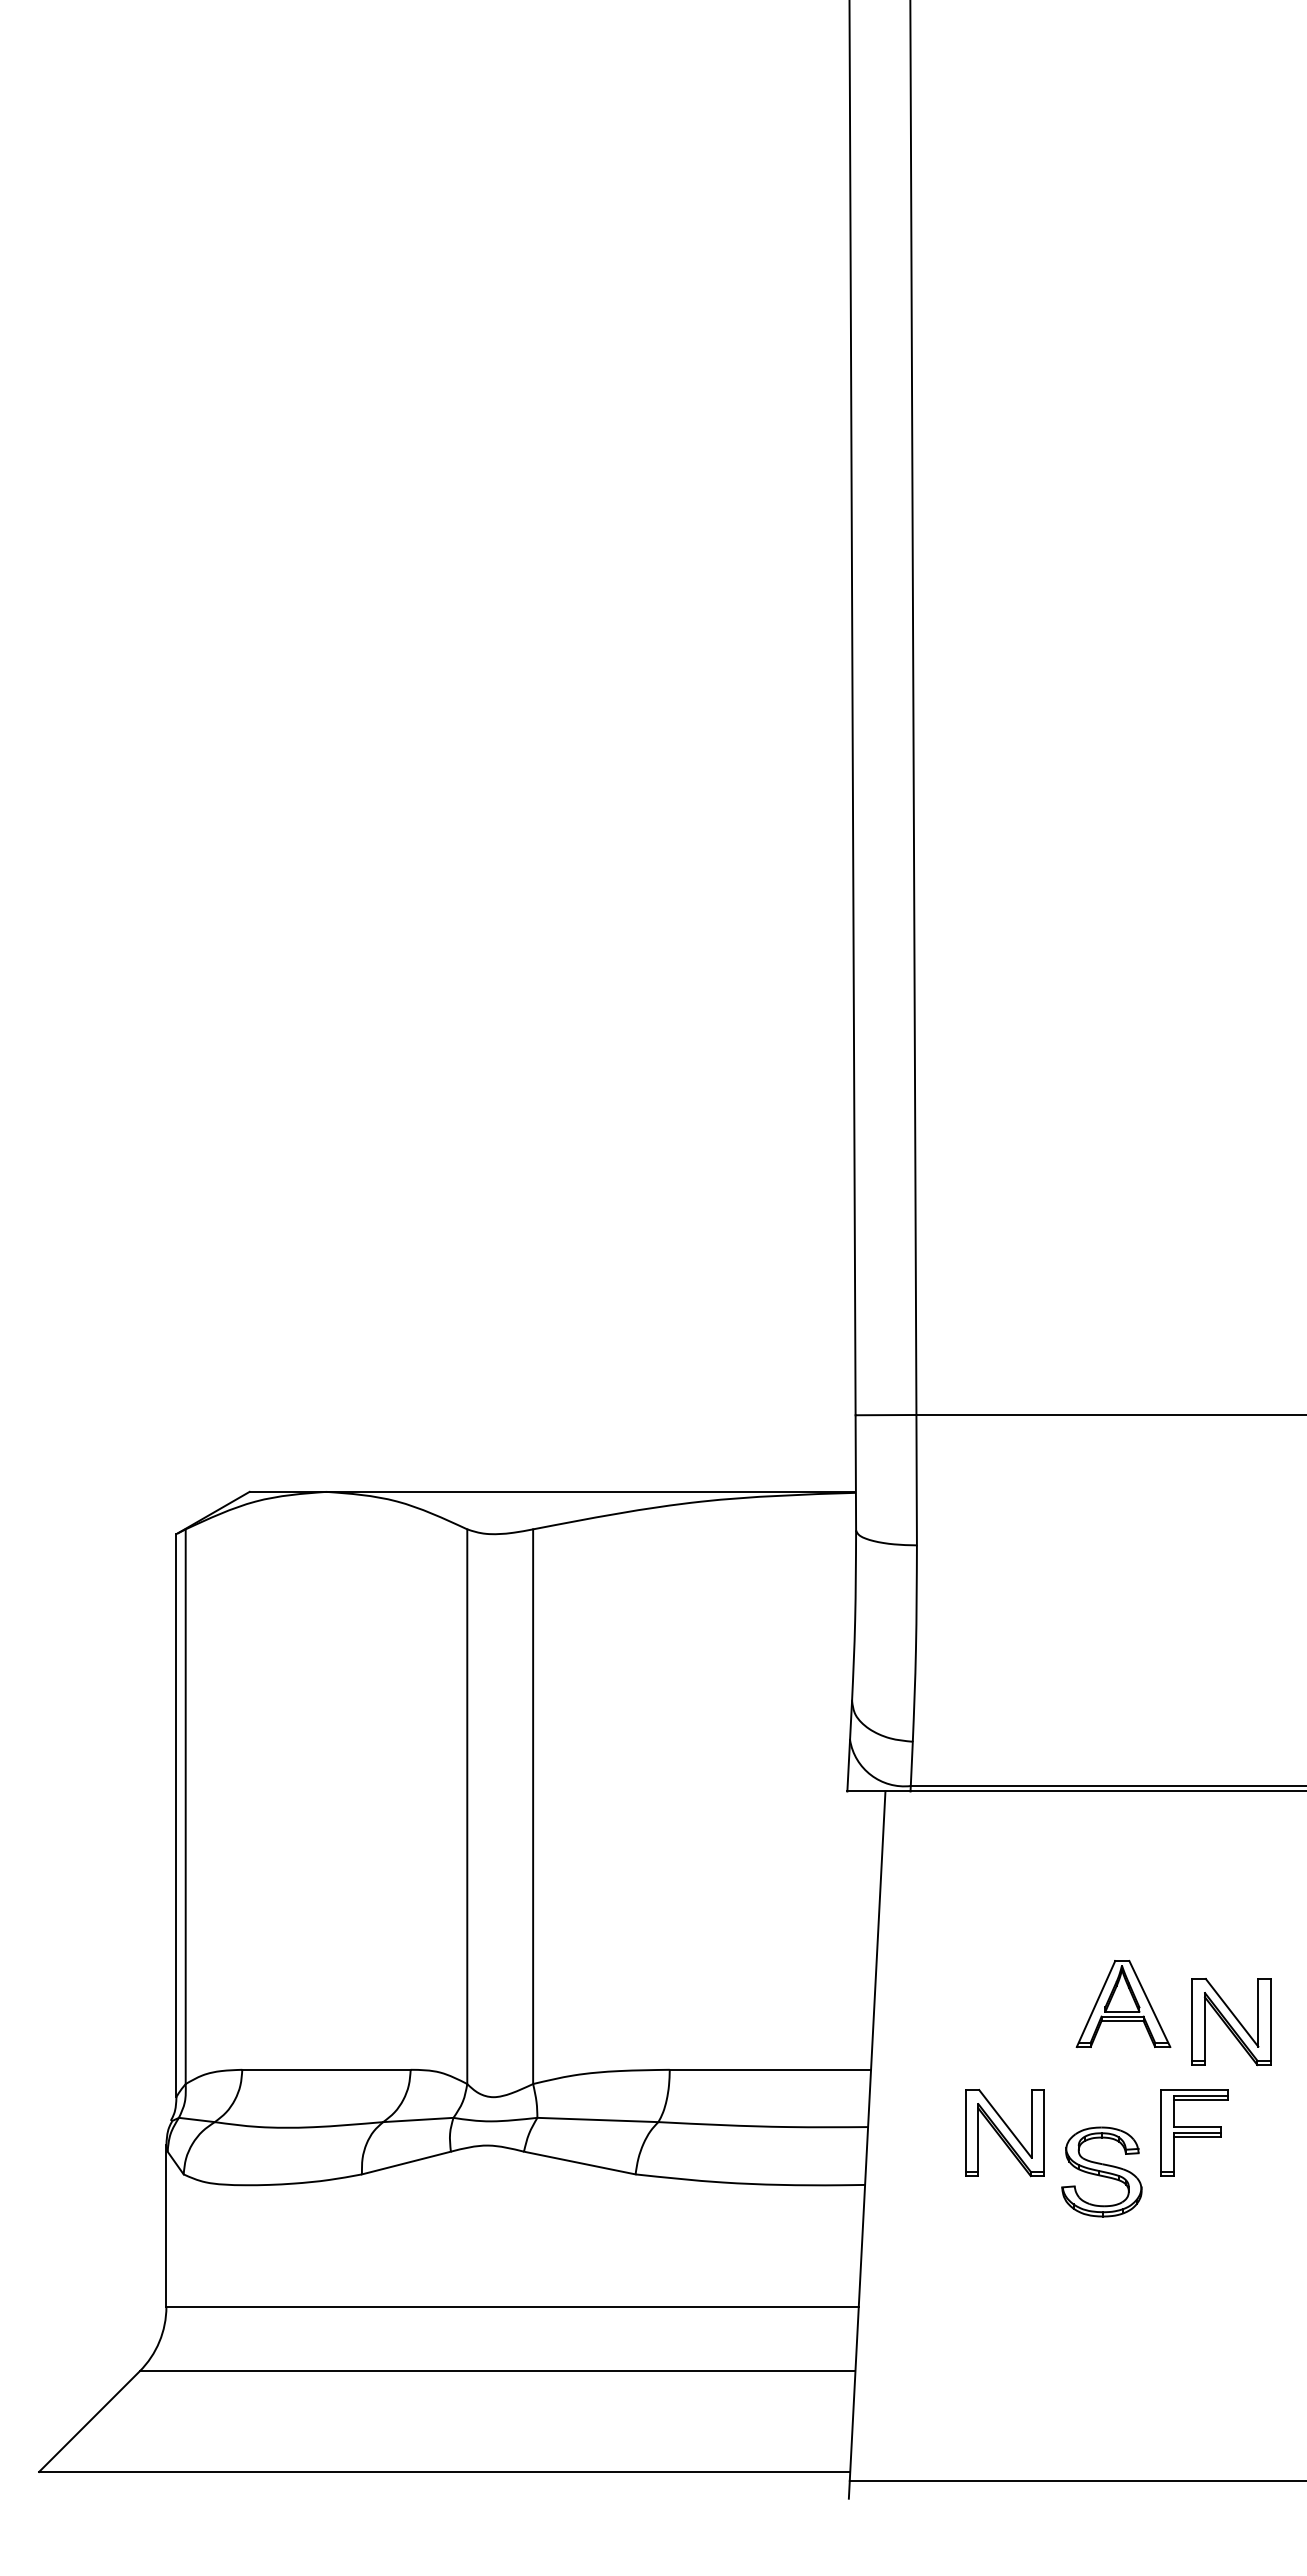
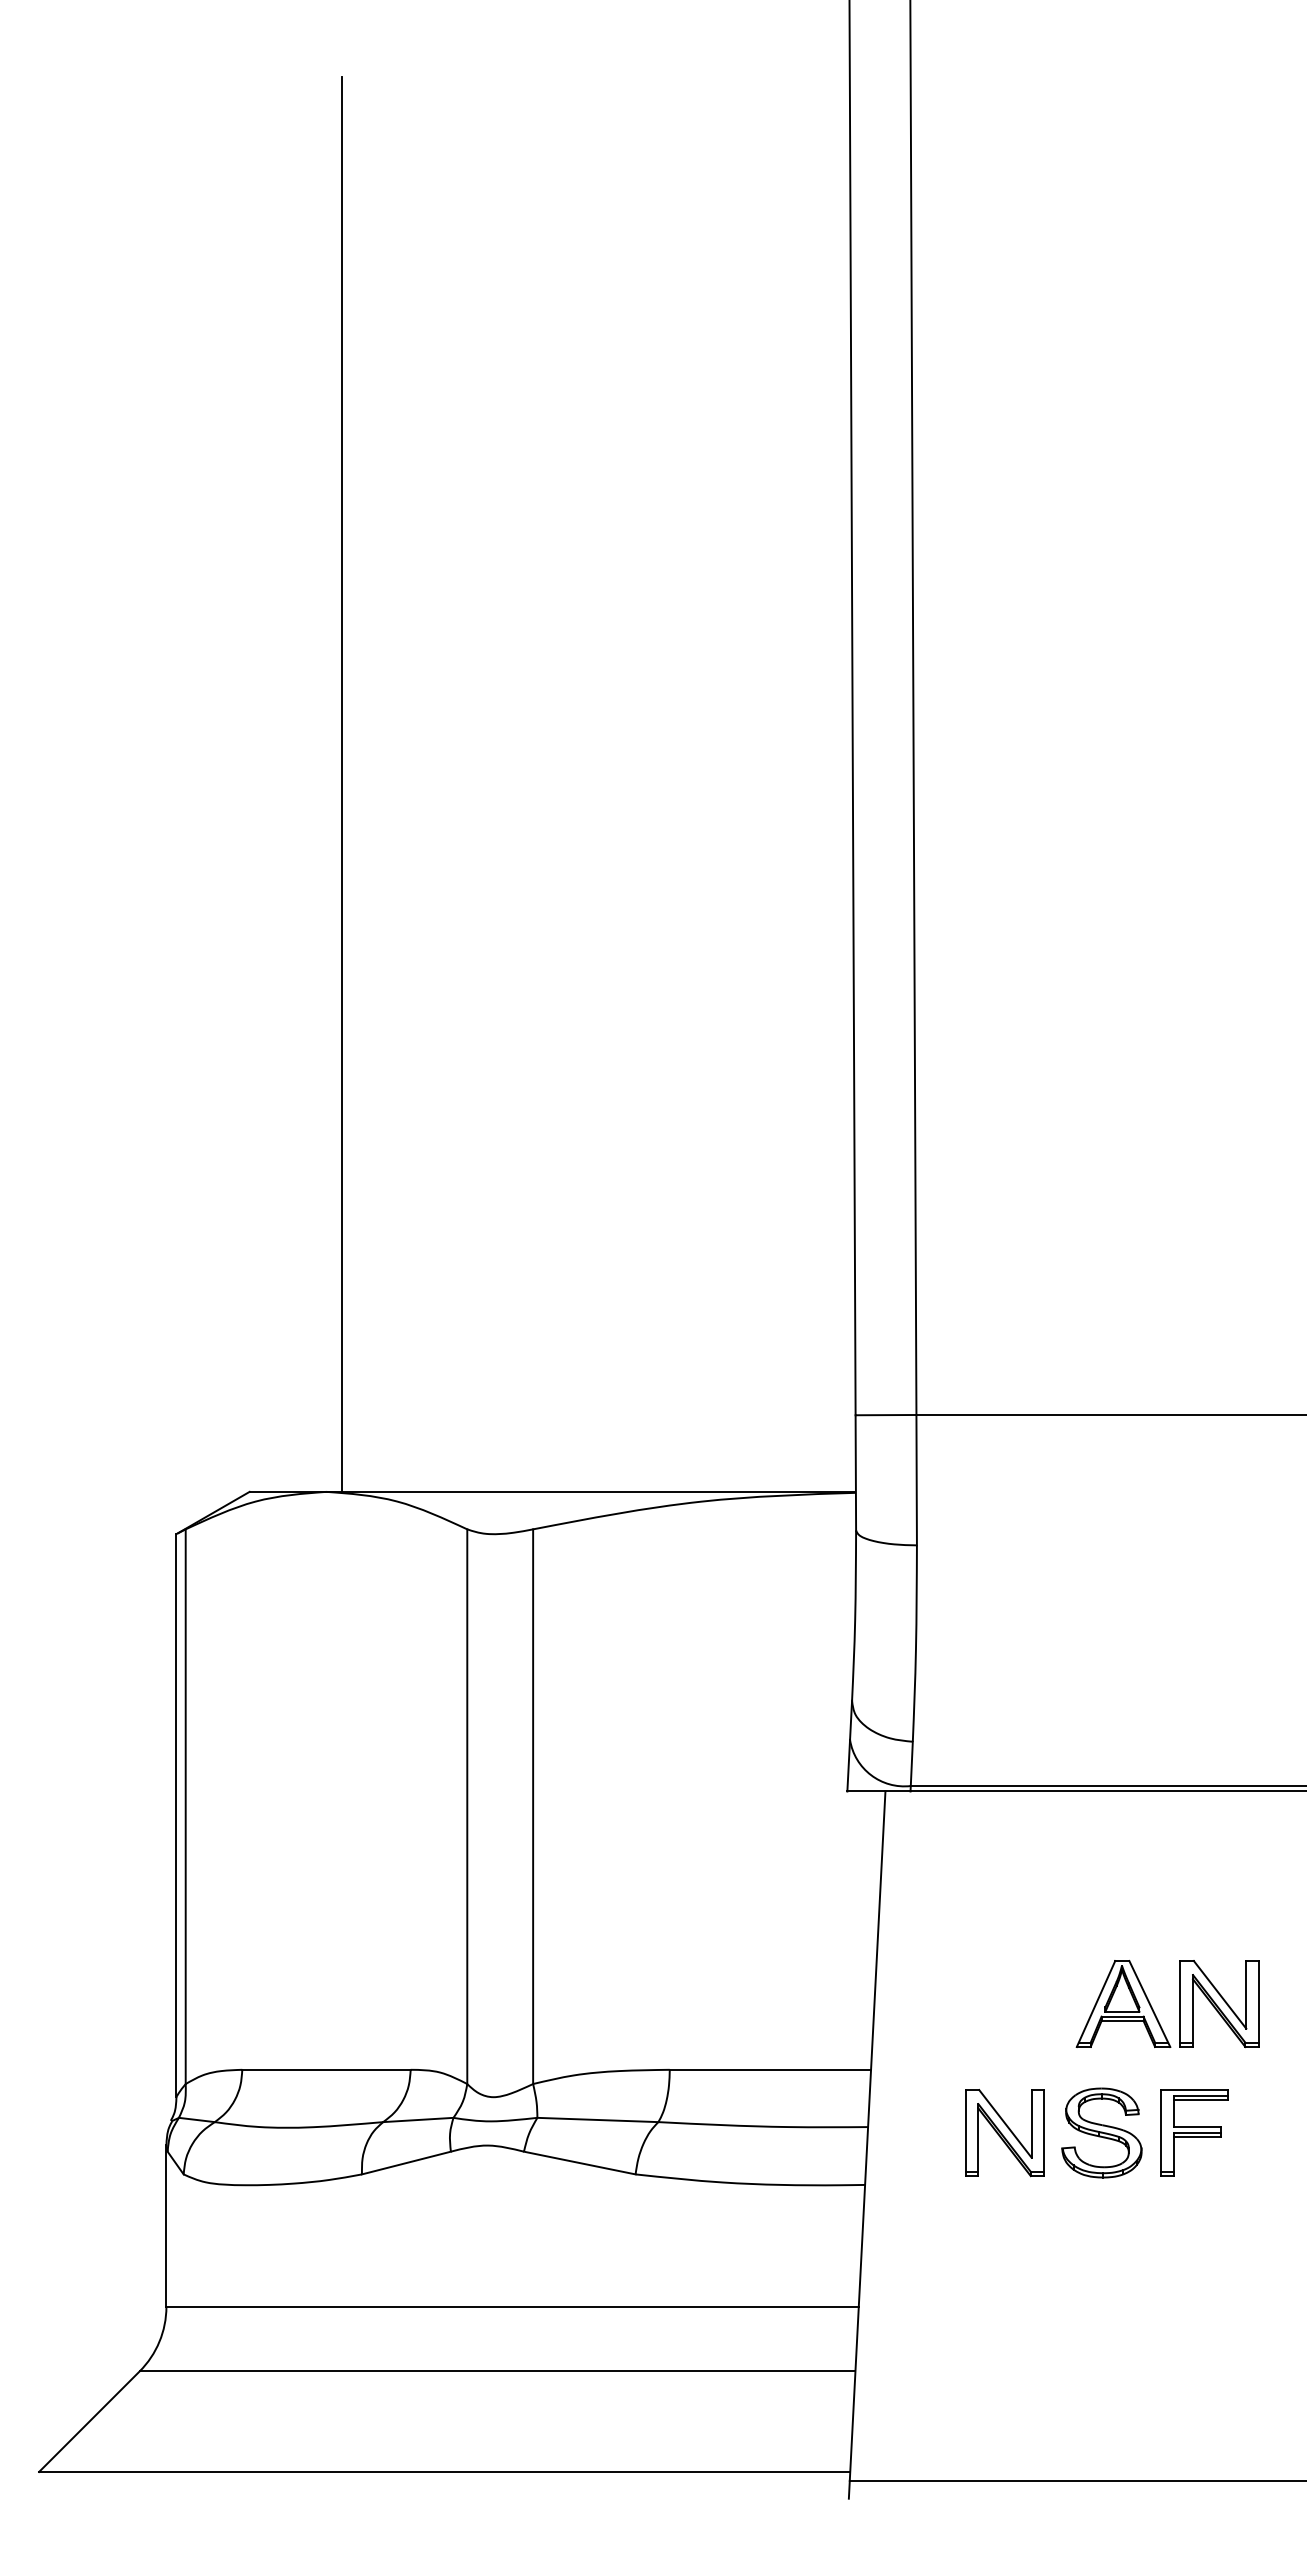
line at (342, 784): none -> present
part at (1231, 2022) position: (1231, 2022) -> (1219, 2004)
part at (1101, 2171) position: (1101, 2171) -> (1101, 2132)
